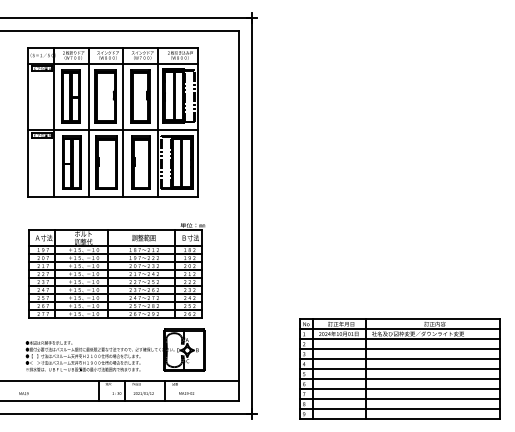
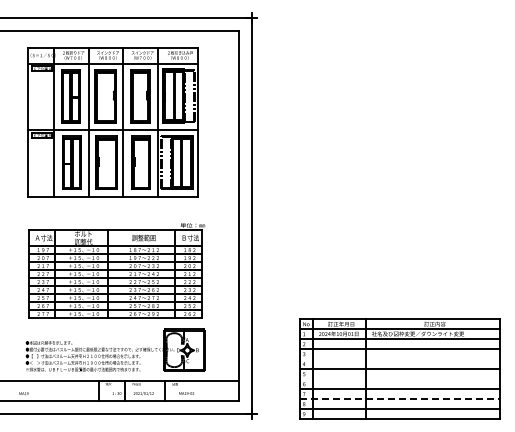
line at (399, 358): present -> none
line at (399, 378): present -> none
line at (399, 398): solid -> dashed
